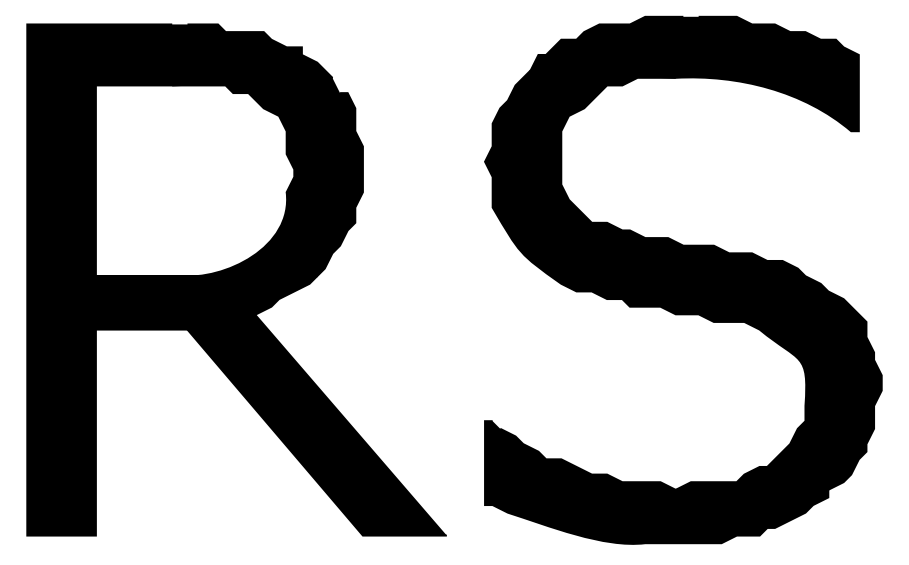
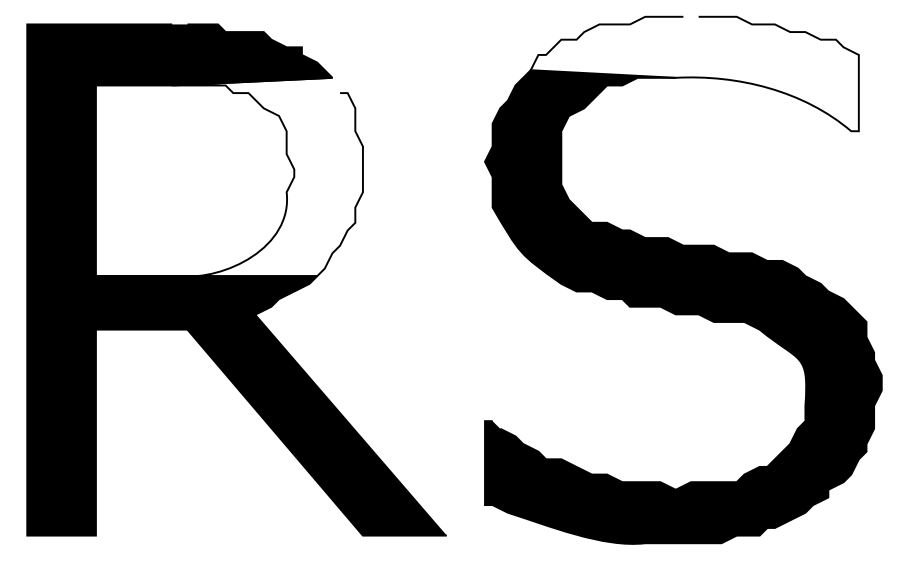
fill at (694, 73): present -> none
fill at (228, 176): present -> none
